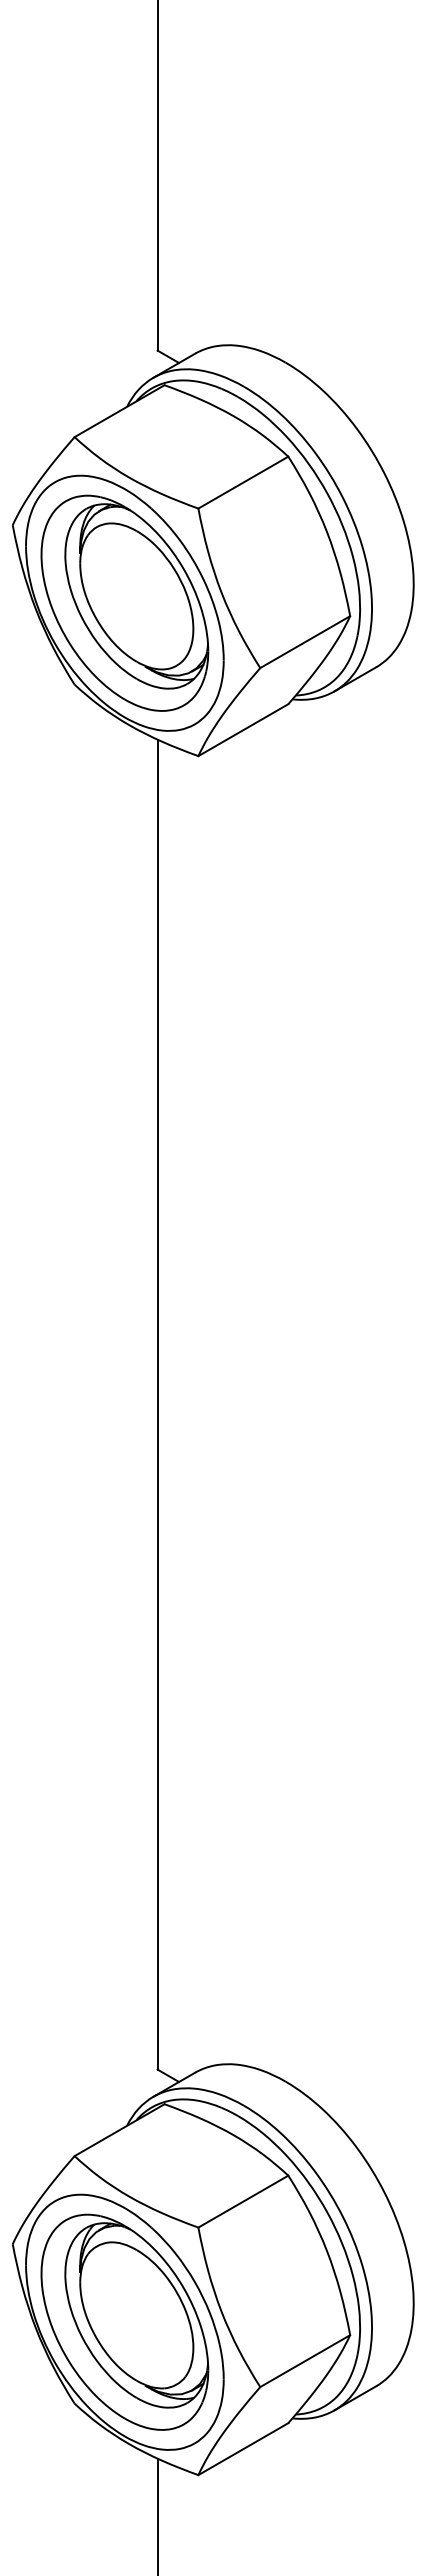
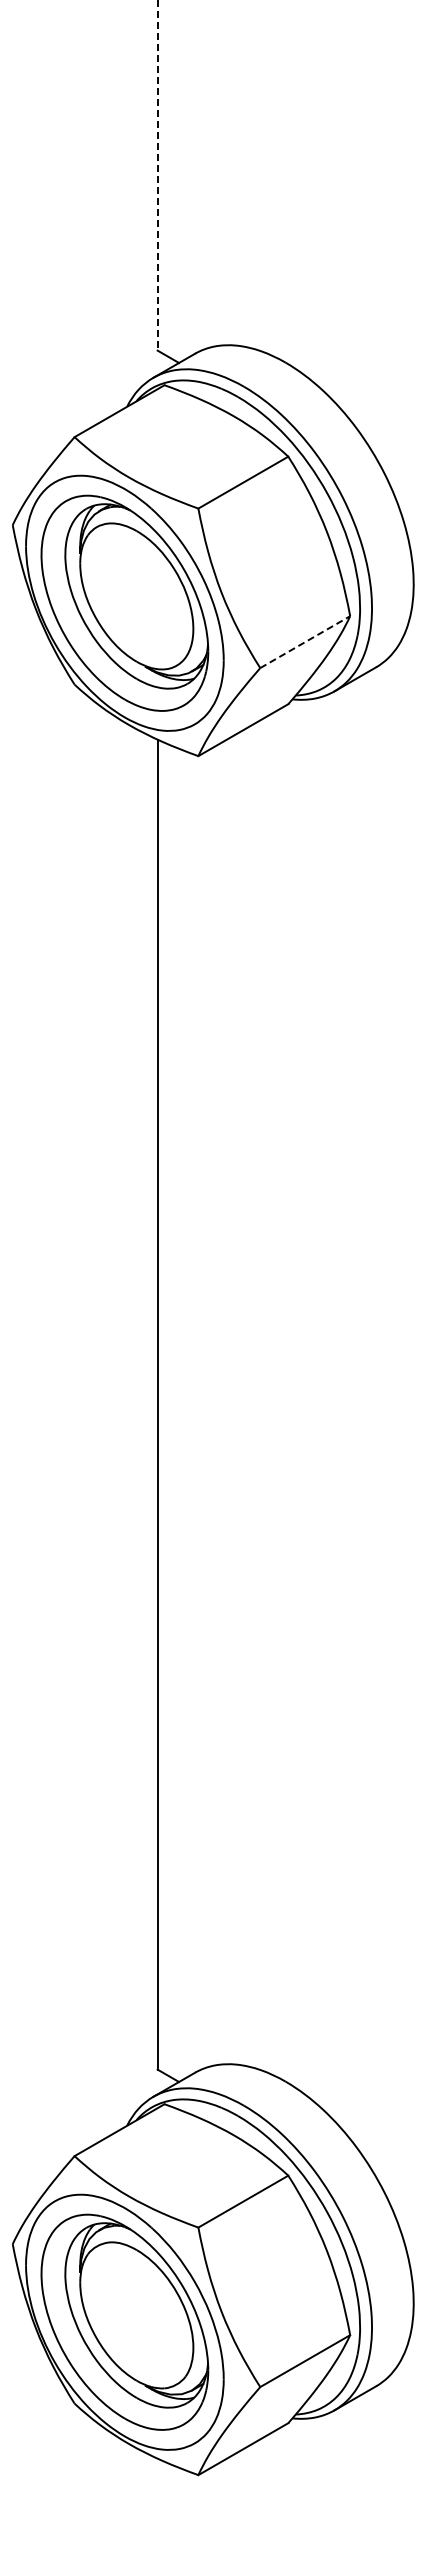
line at (157, 175): solid -> dashed
line at (305, 642): solid -> dashed
line at (157, 2515): present -> none
